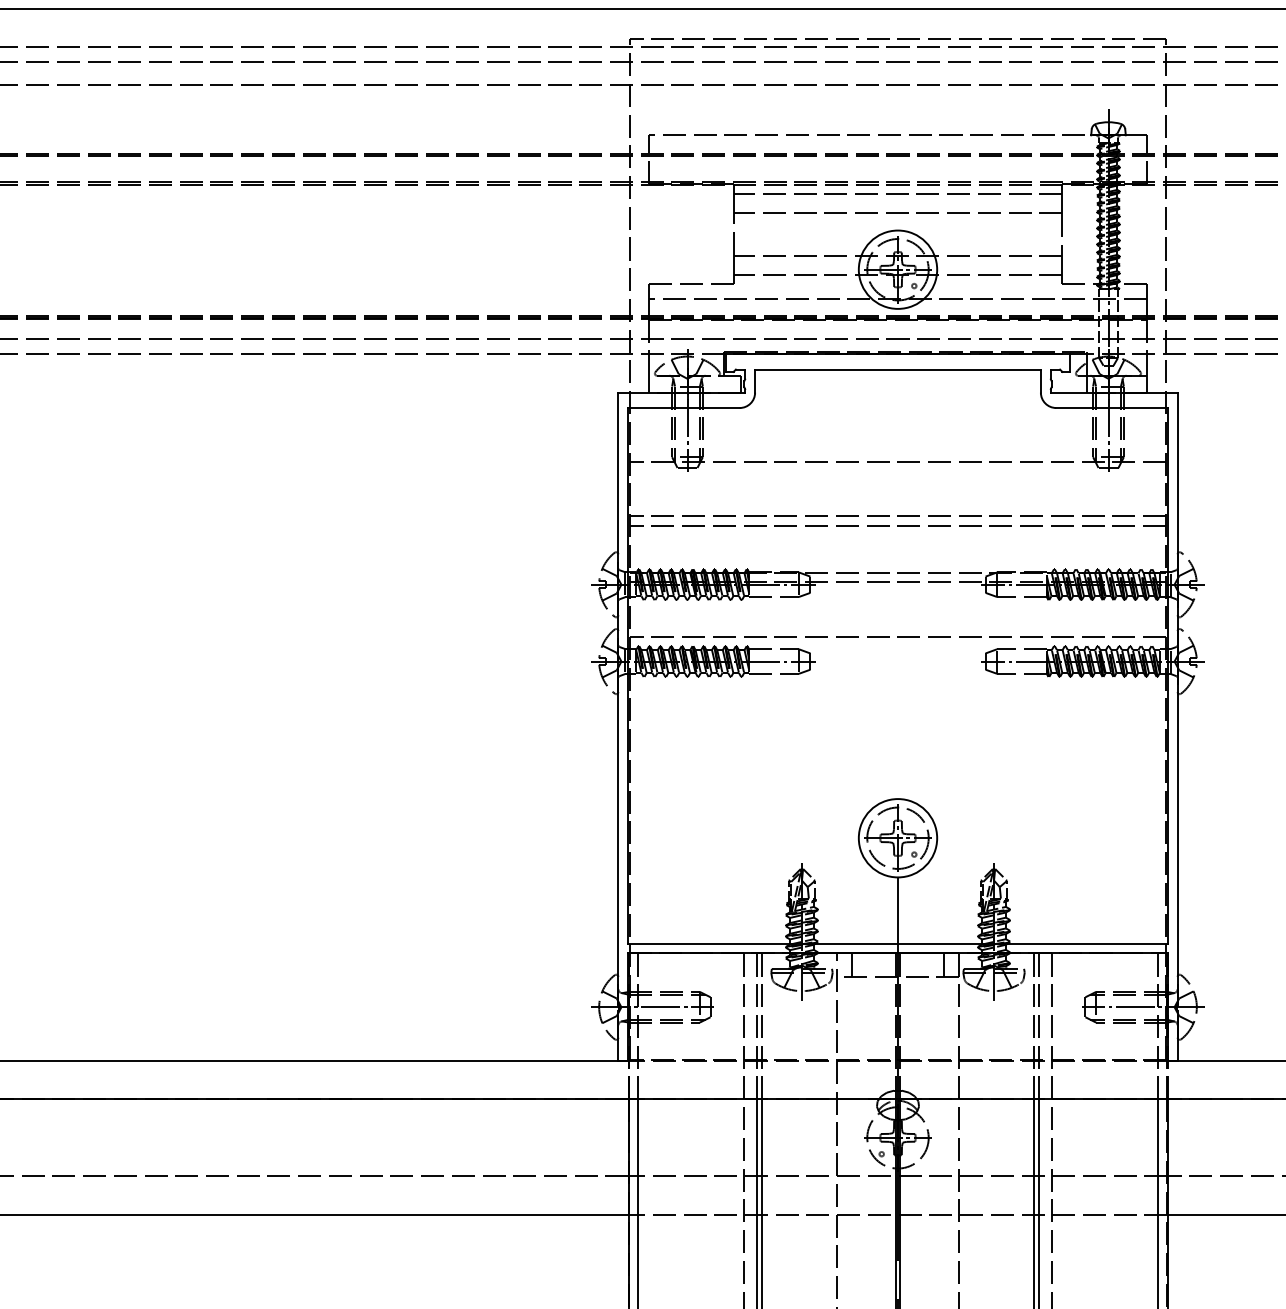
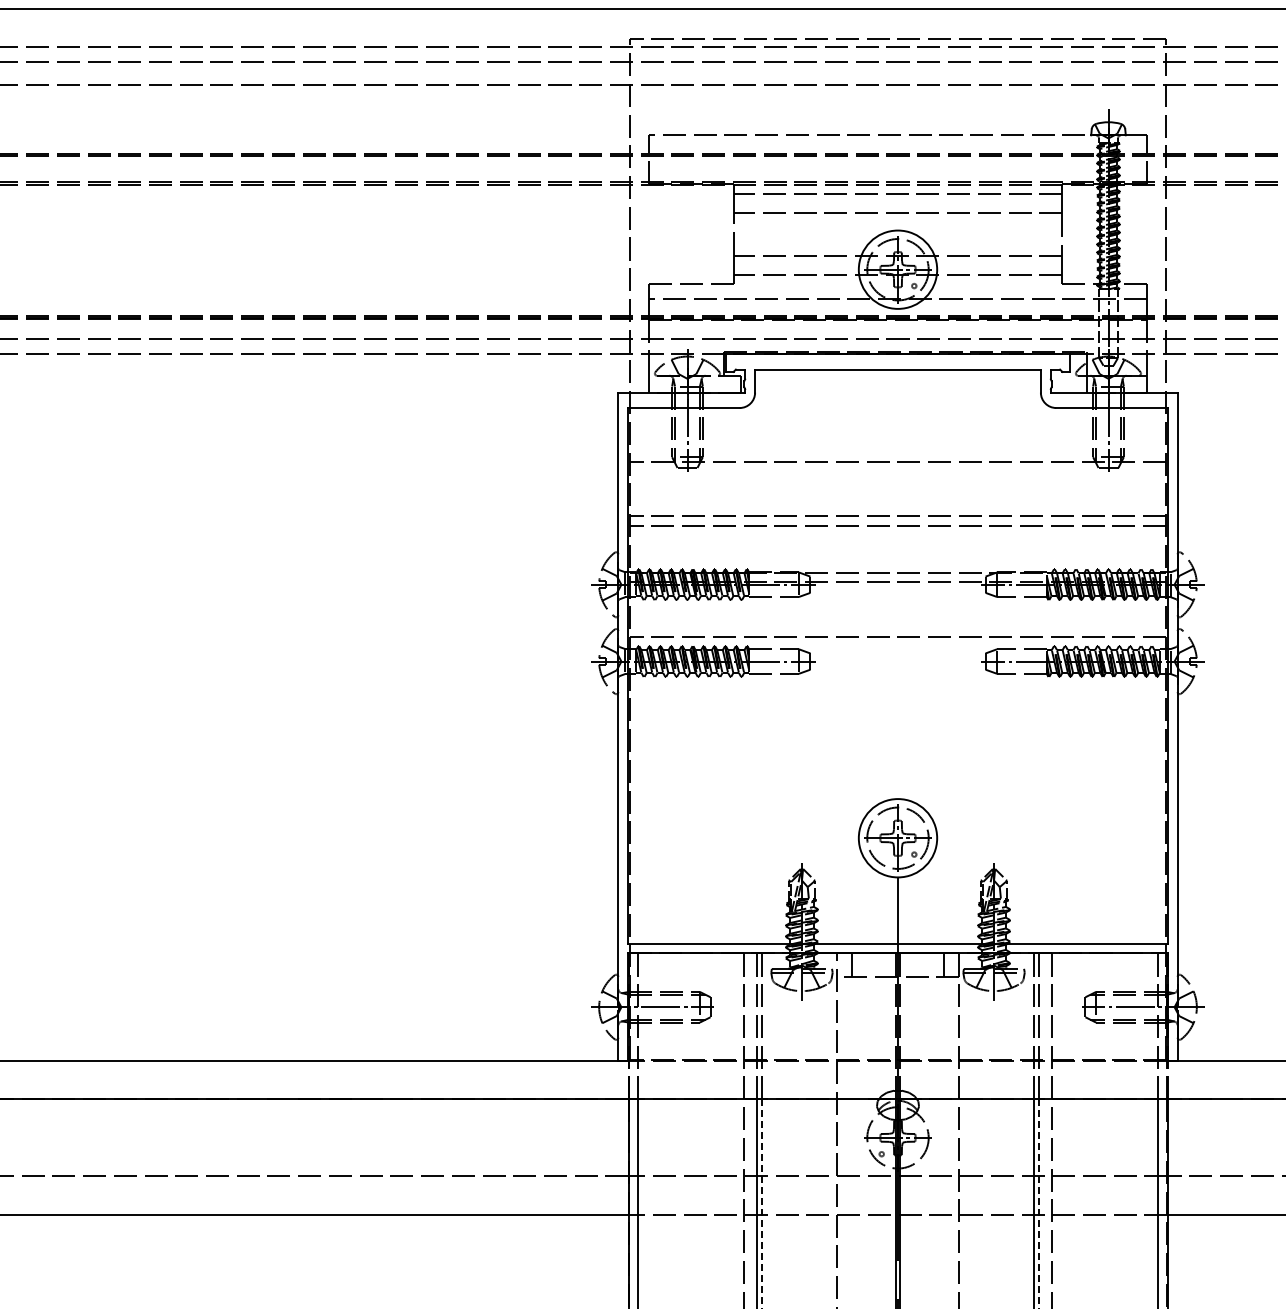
line at (762, 1204): solid -> dashed
line at (1038, 1204): solid -> dashed
